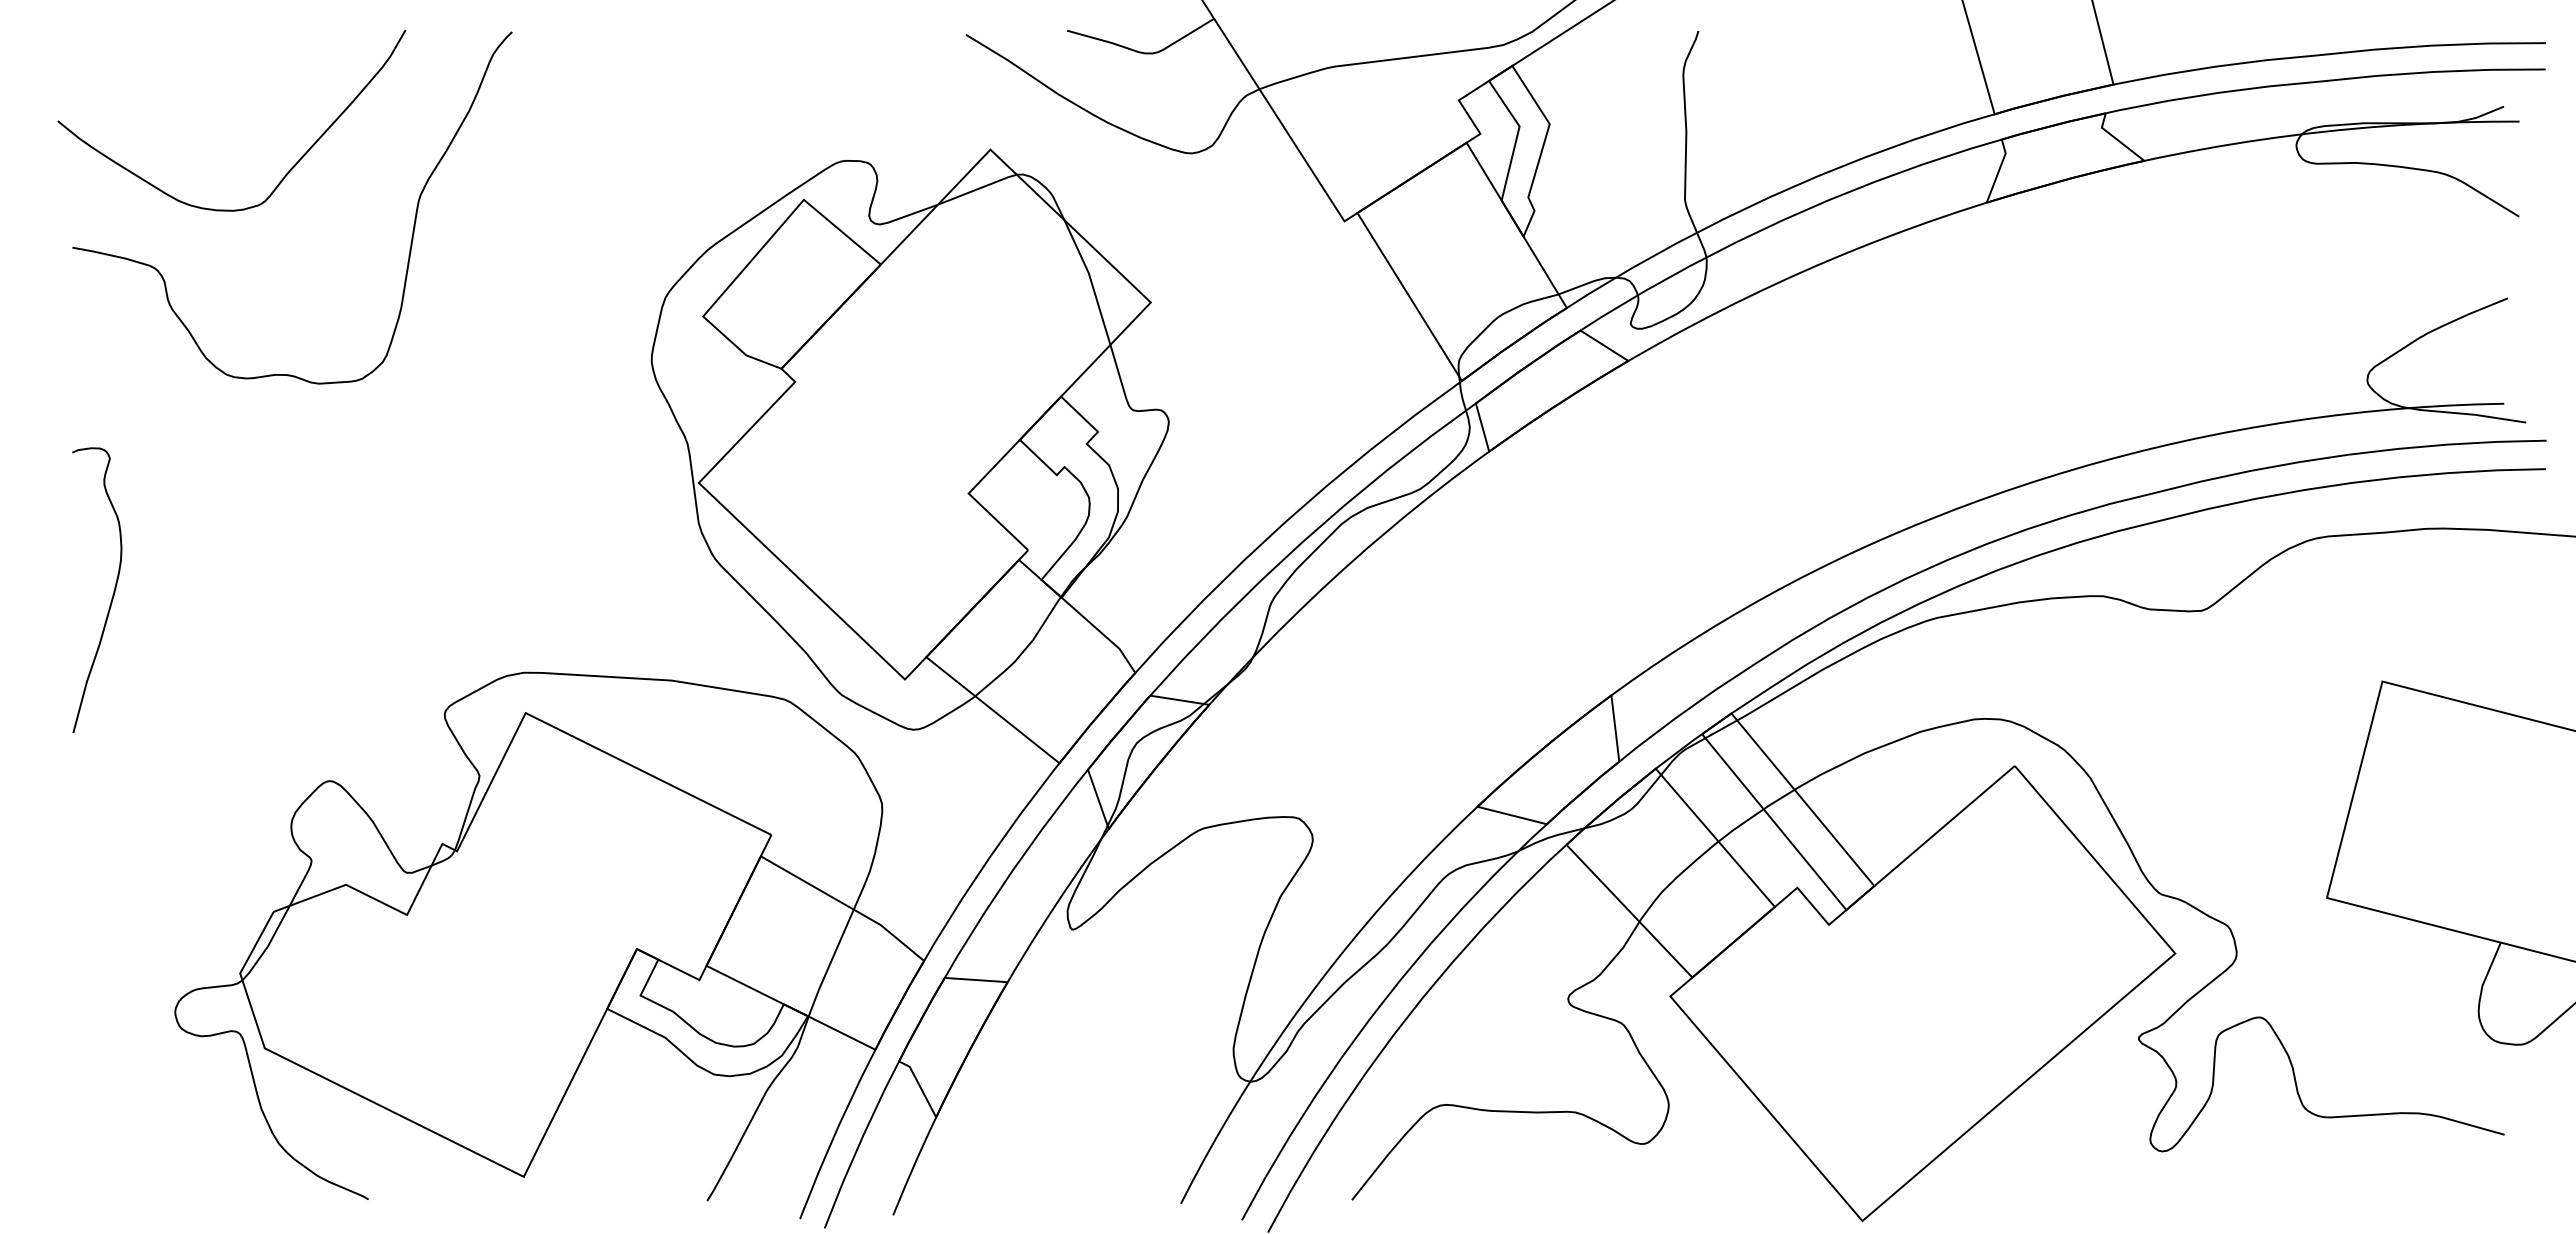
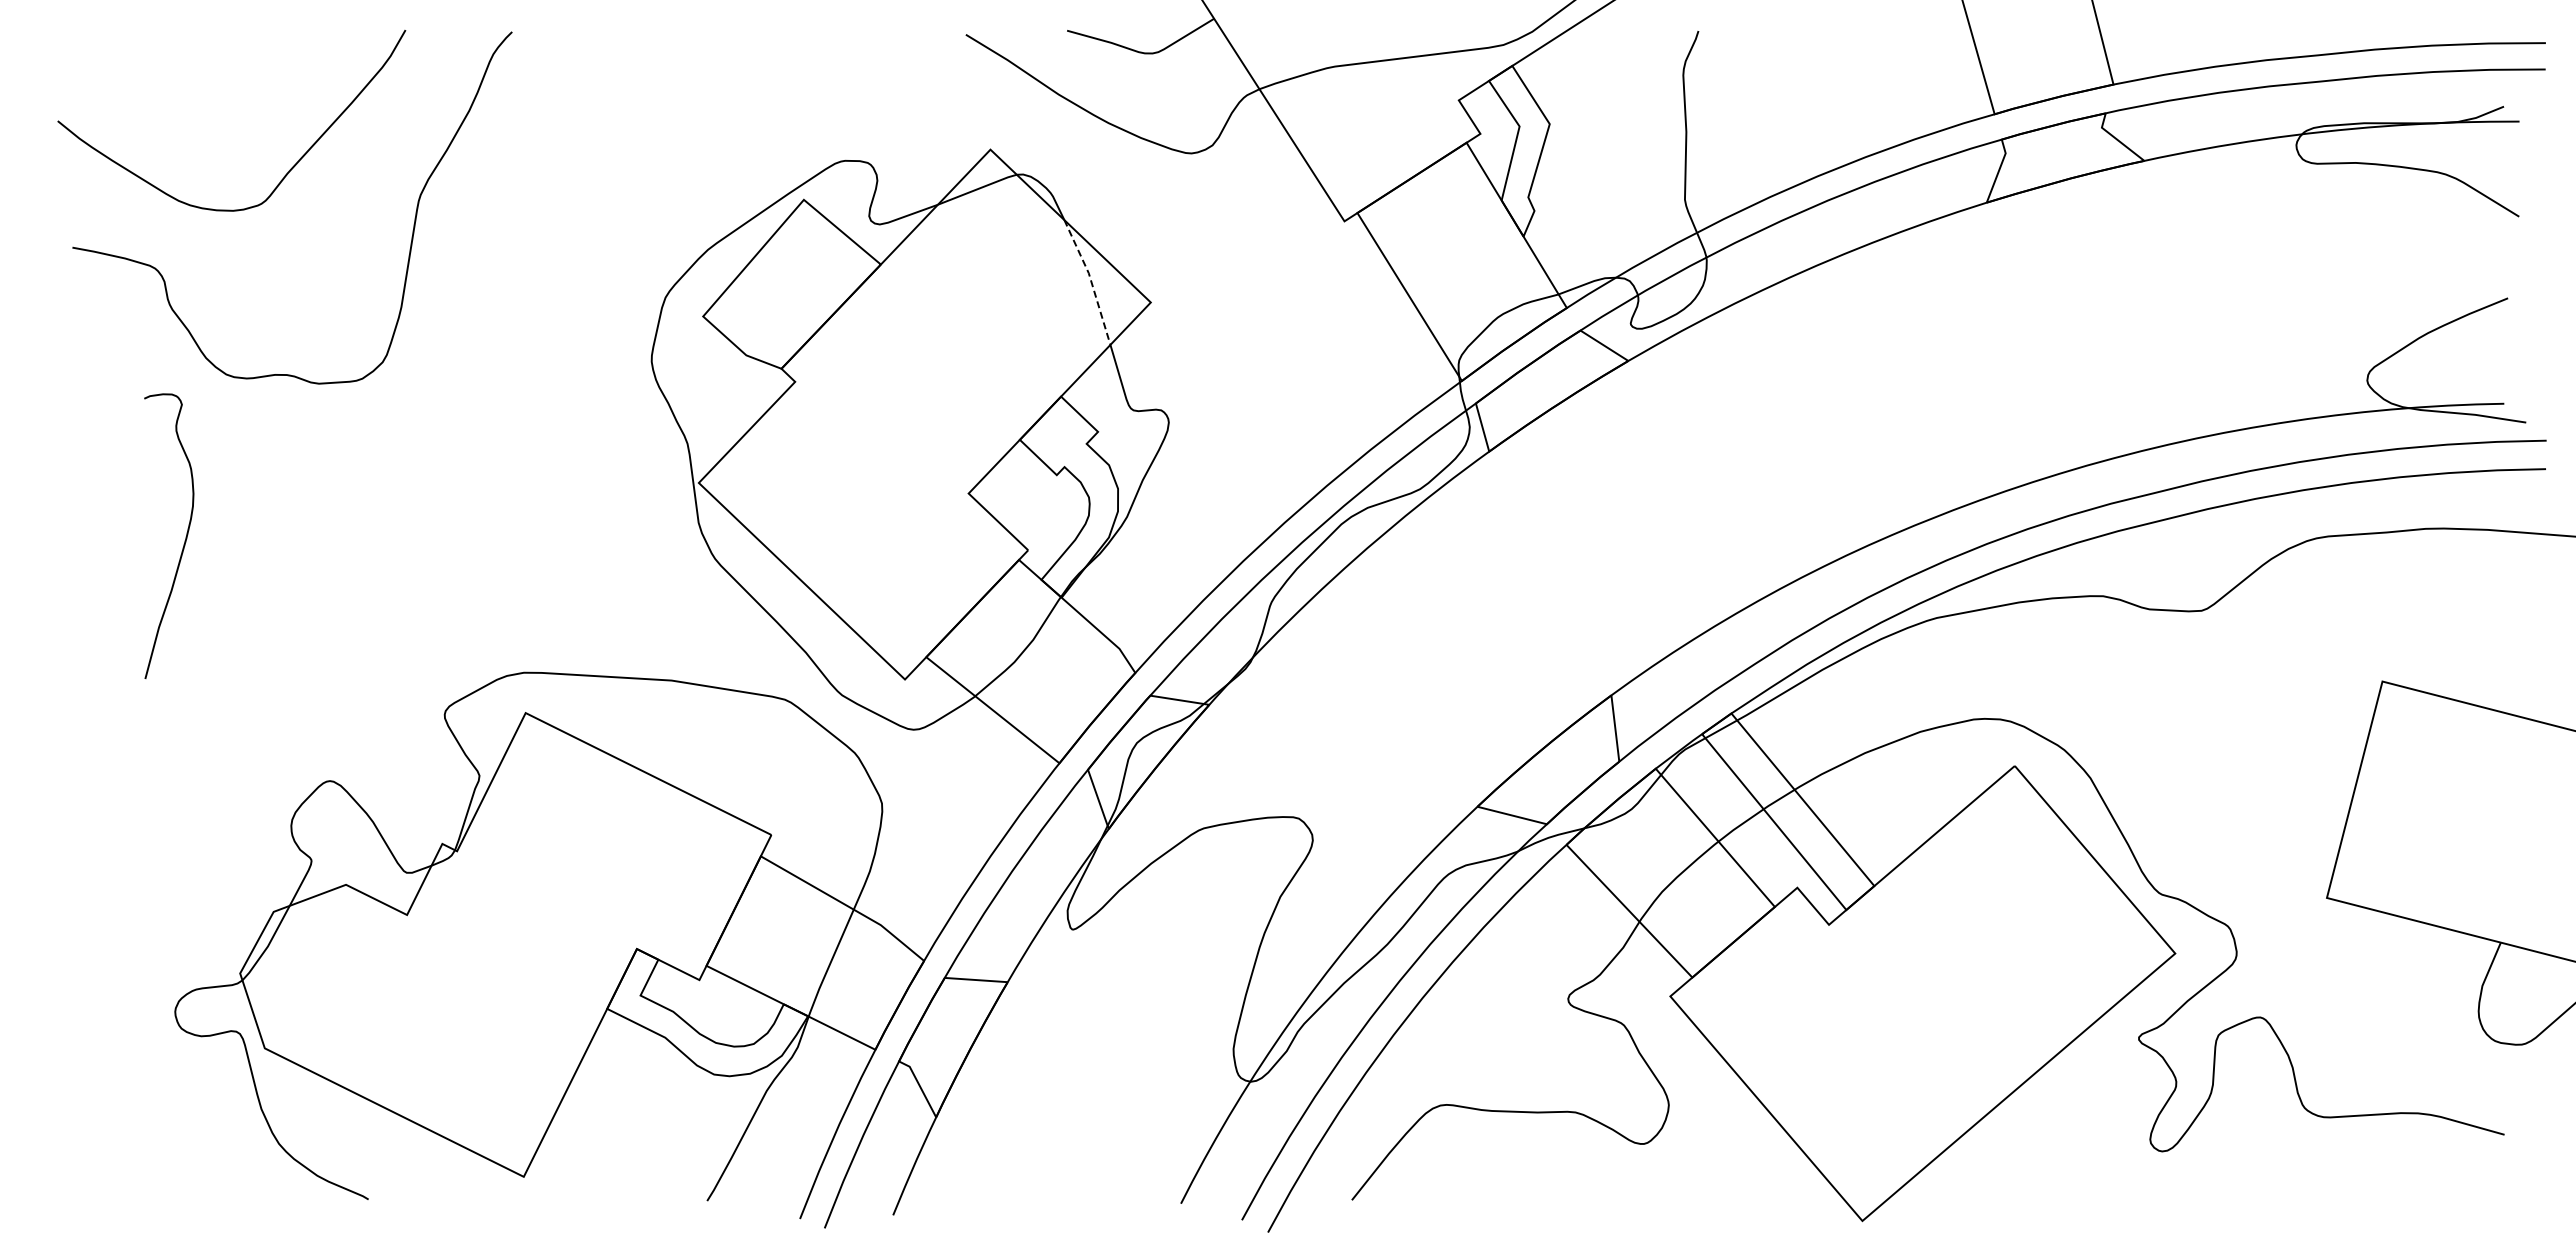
line at (1091, 280): solid -> dashed
curve at (112, 594) position: (112, 594) -> (184, 540)
